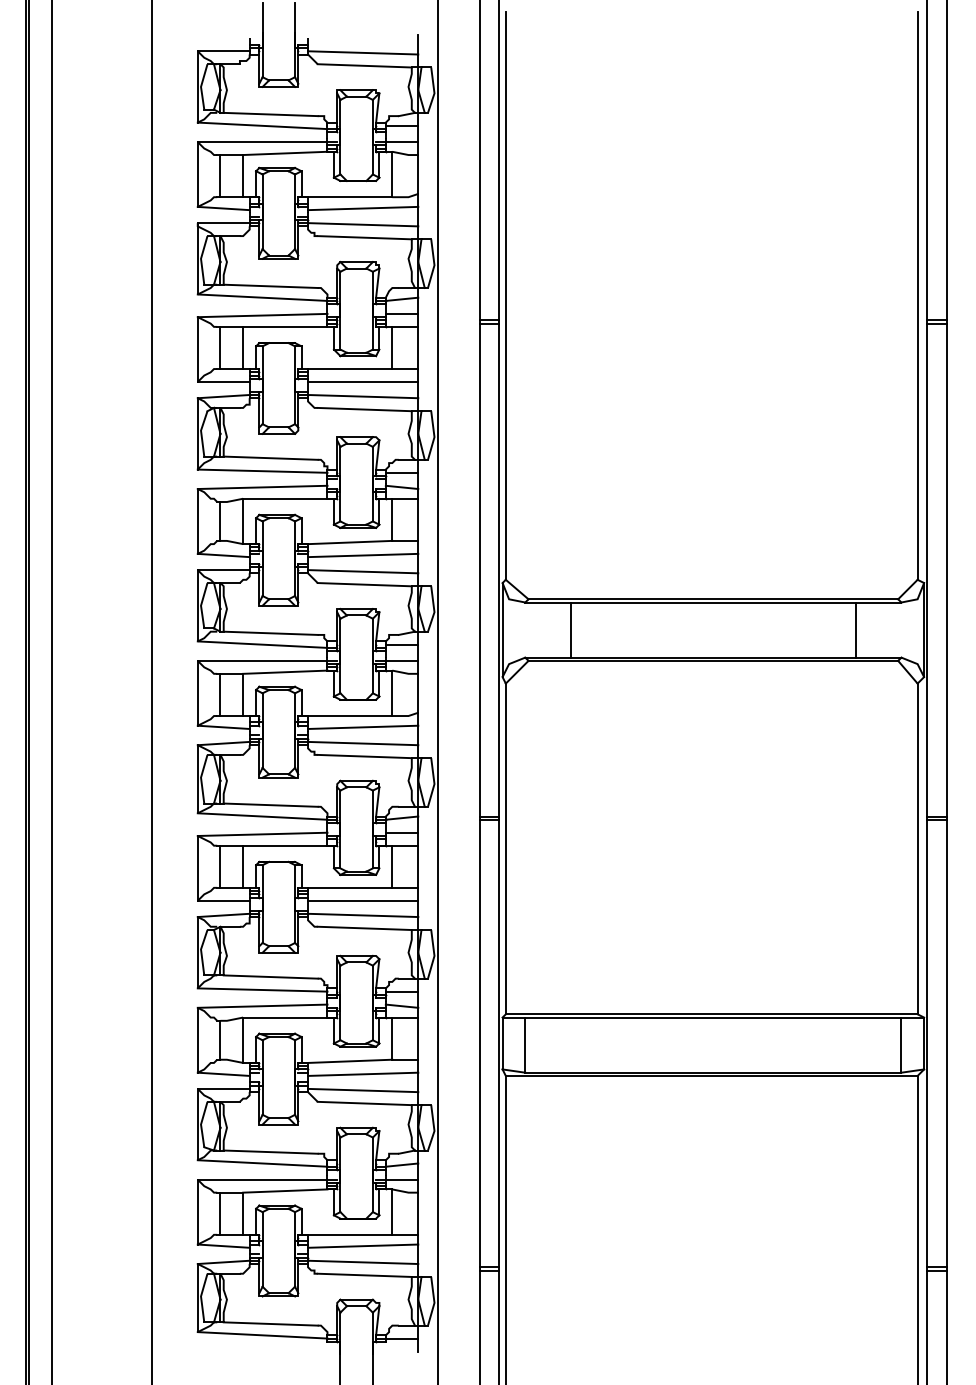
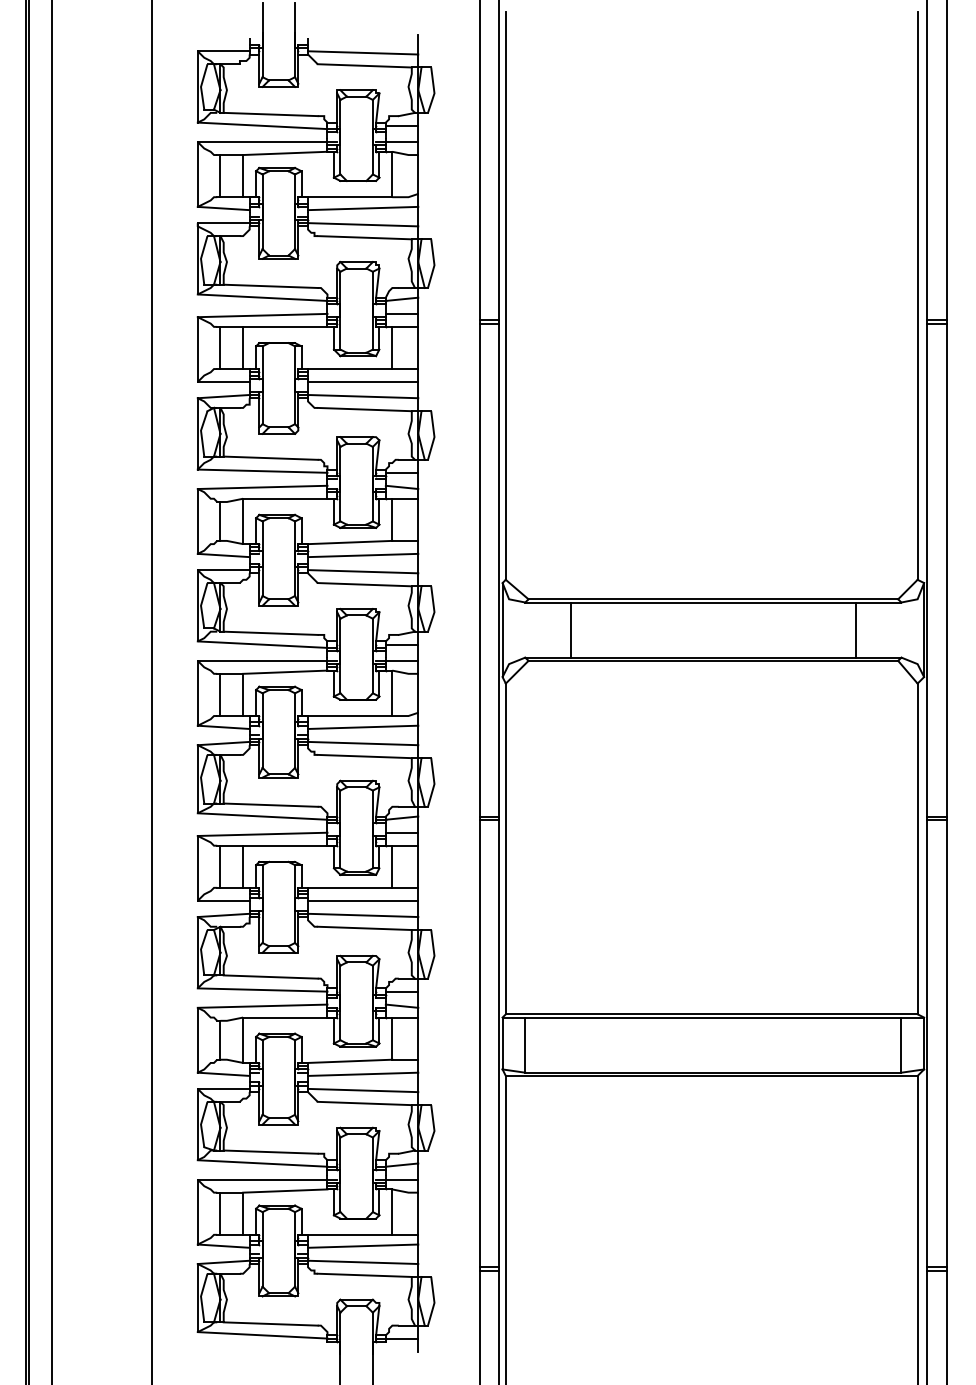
line at (437, 691): present -> none
